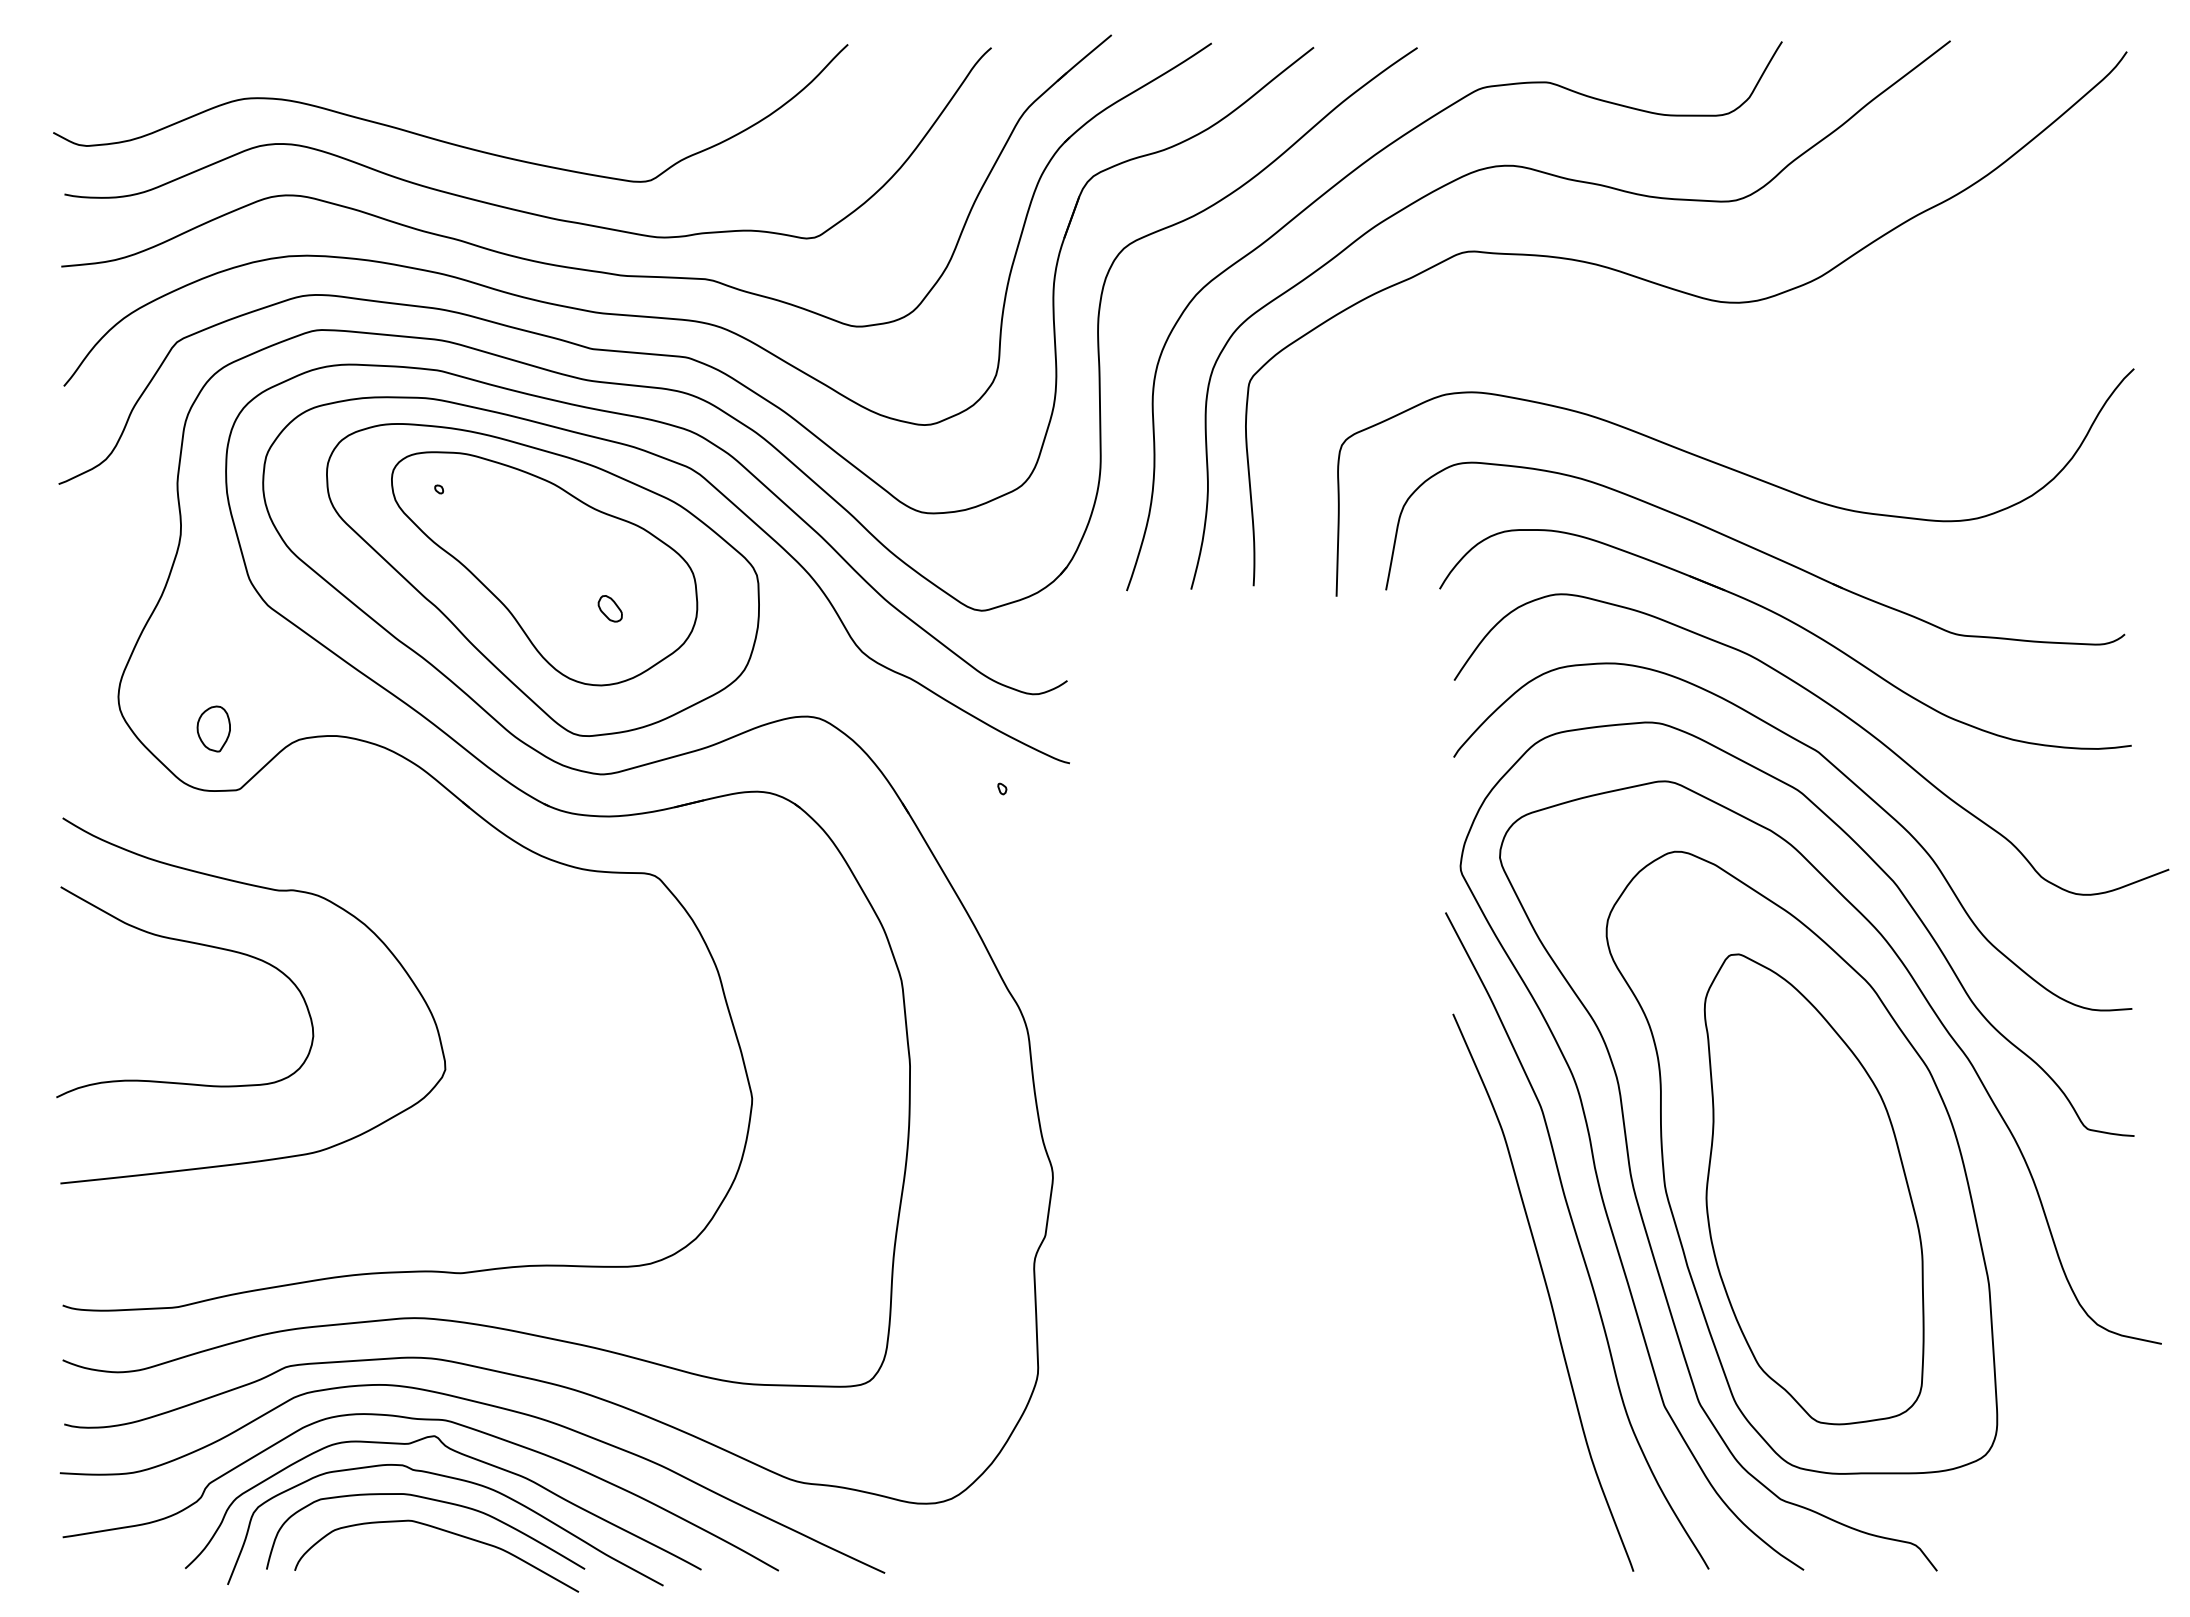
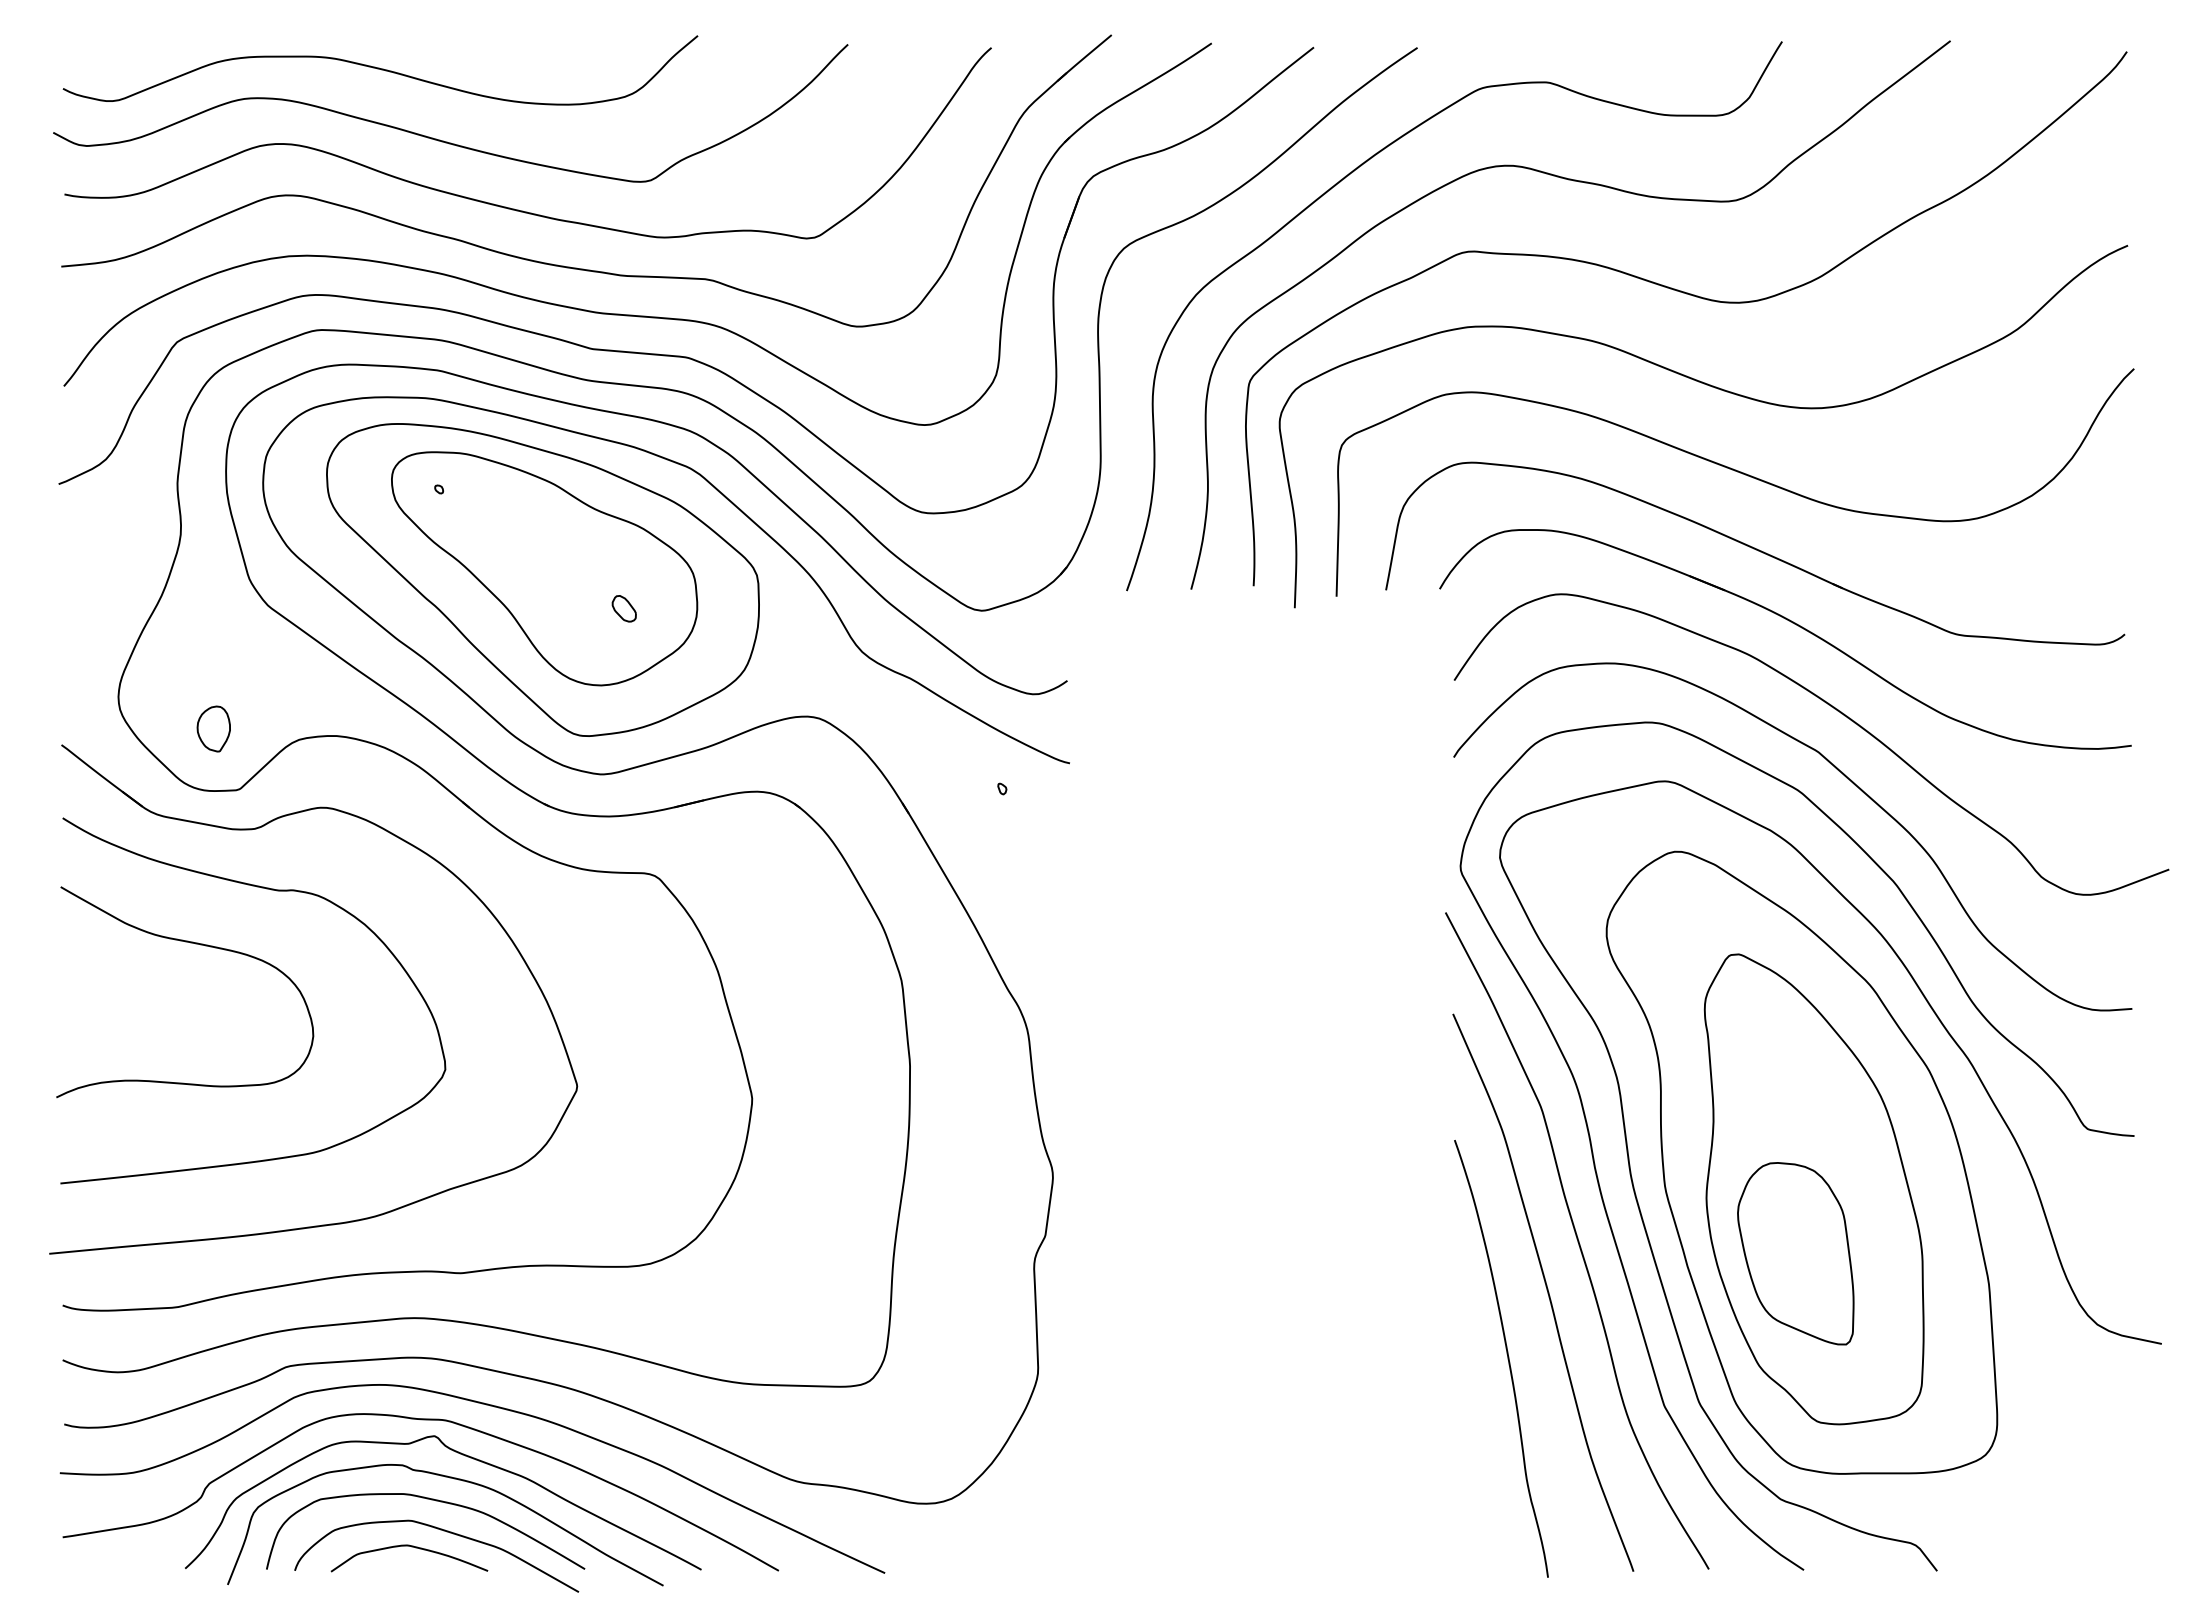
curve at (380, 69): none -> present
curve at (1717, 389): none -> present
part at (609, 608) position: (609, 608) -> (623, 608)
part at (256, 829): none -> present
part at (1795, 1253): none -> present
curve at (1507, 1358): none -> present
curve at (411, 1547): none -> present
